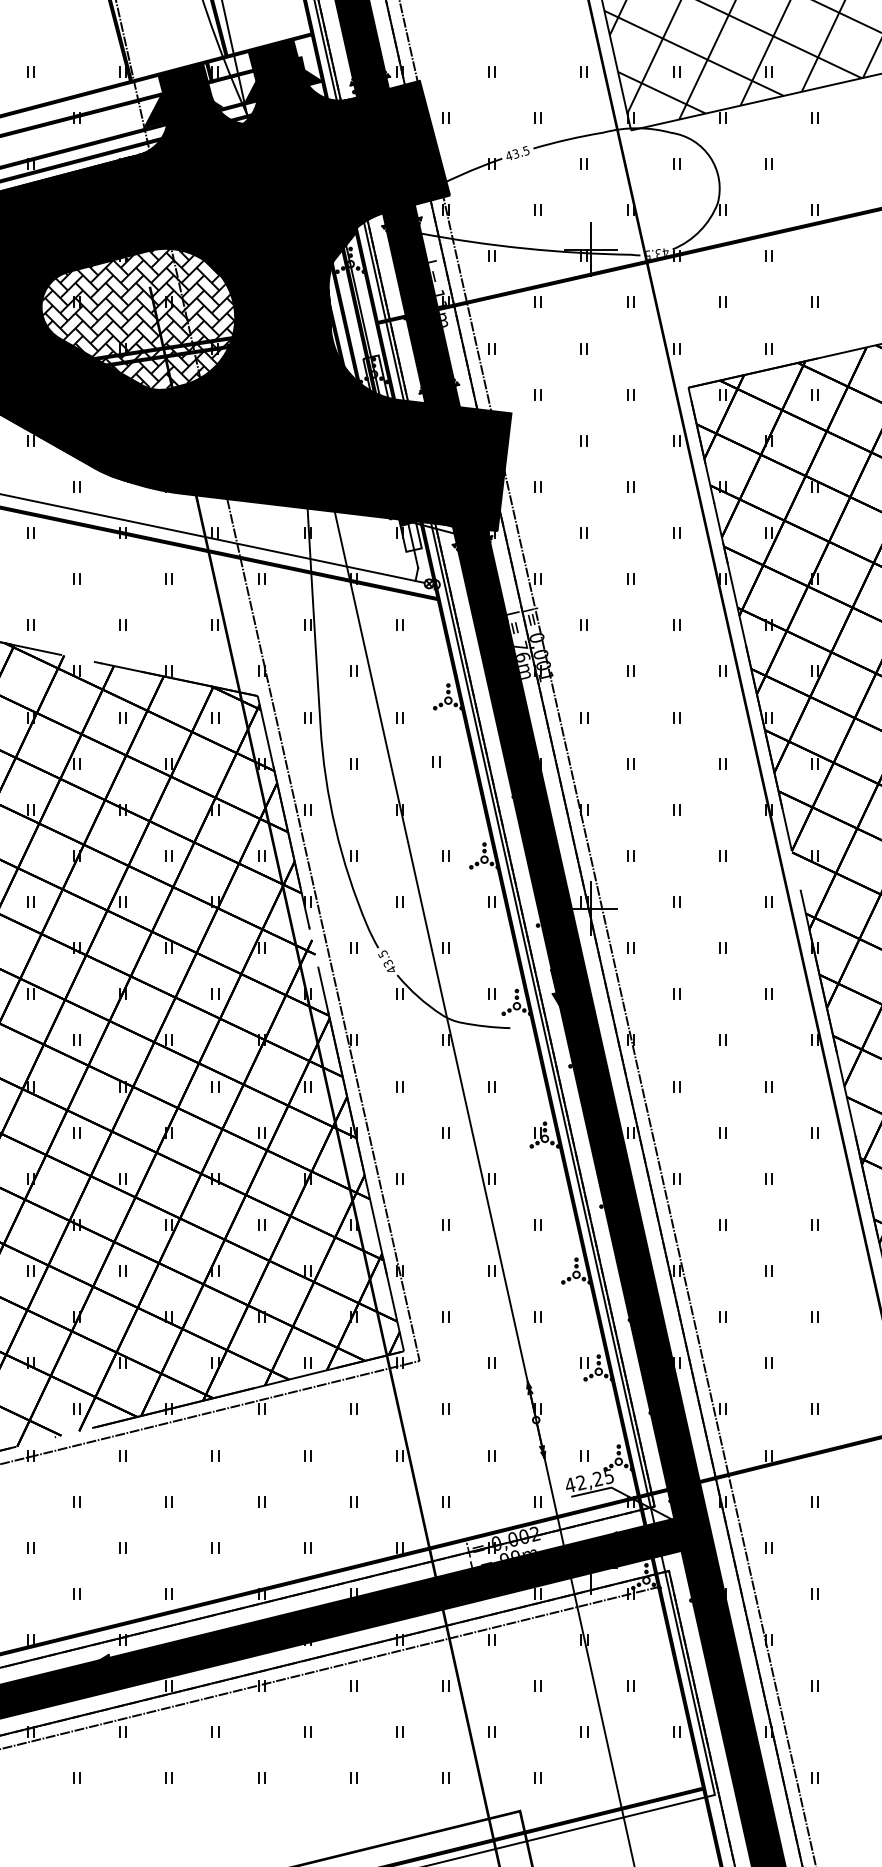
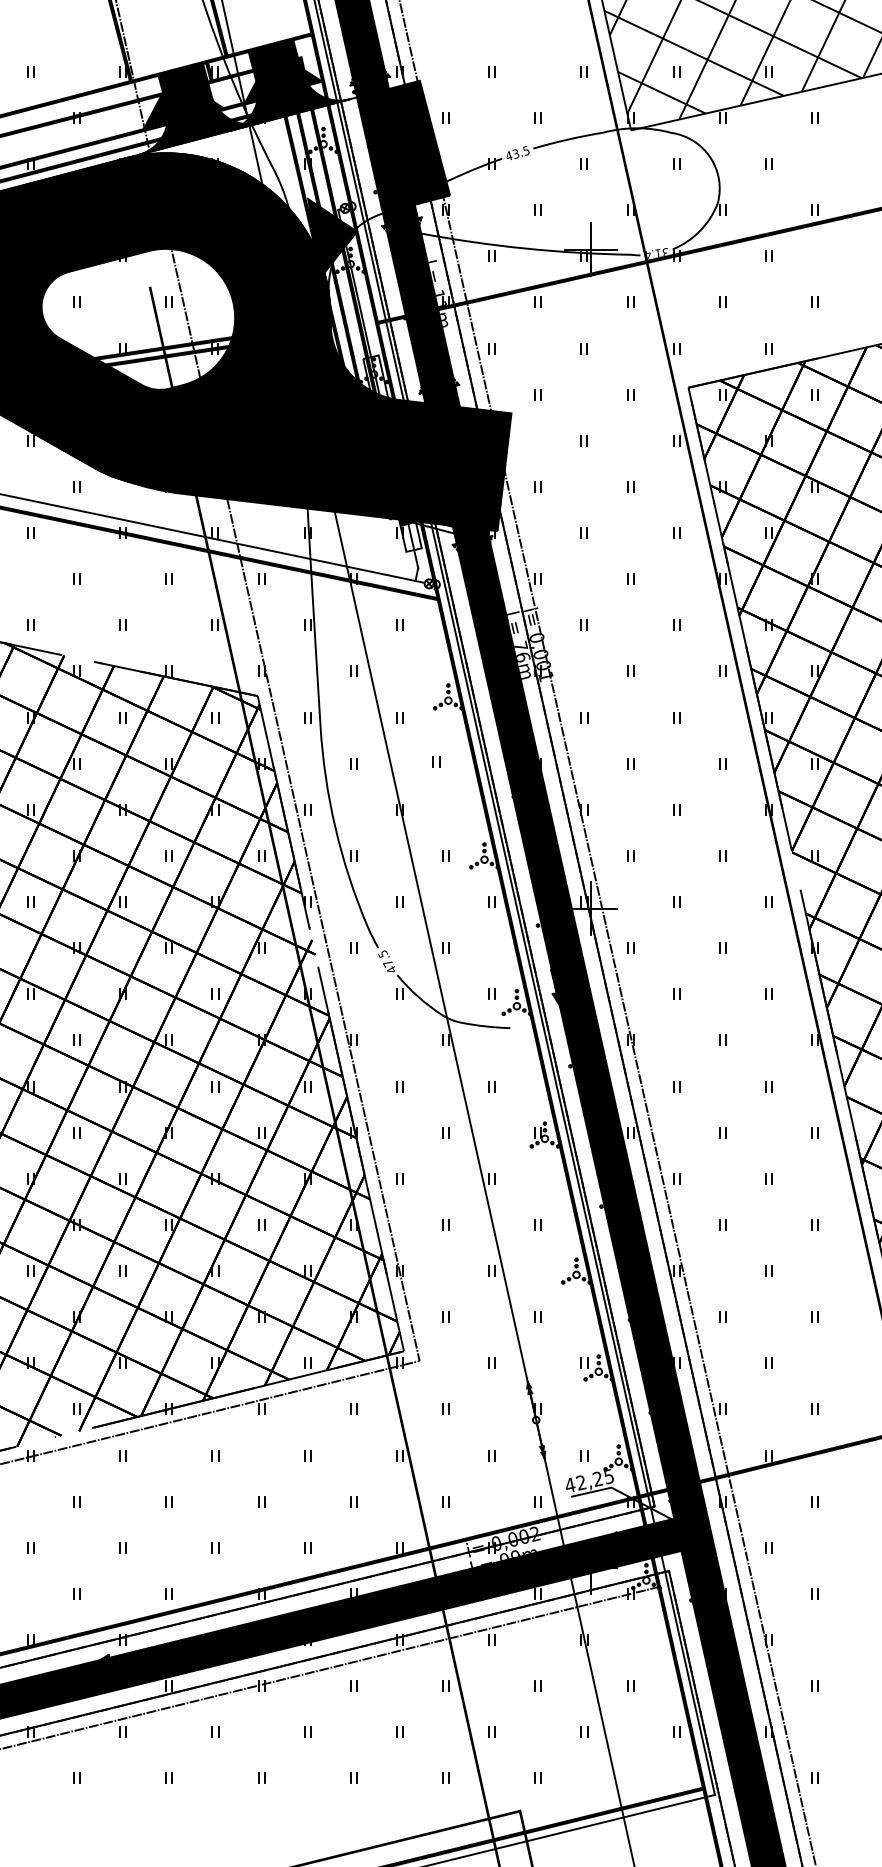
fill at (255, 195): present -> none
text at (657, 253): 43.5 -> 31.4
hatch at (138, 318): present -> none
text at (388, 963): 43.5 -> 47.5
